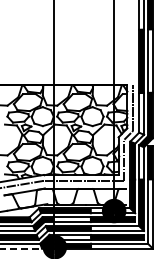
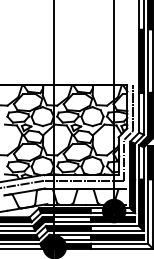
line at (21, 248): dashed -> solid
